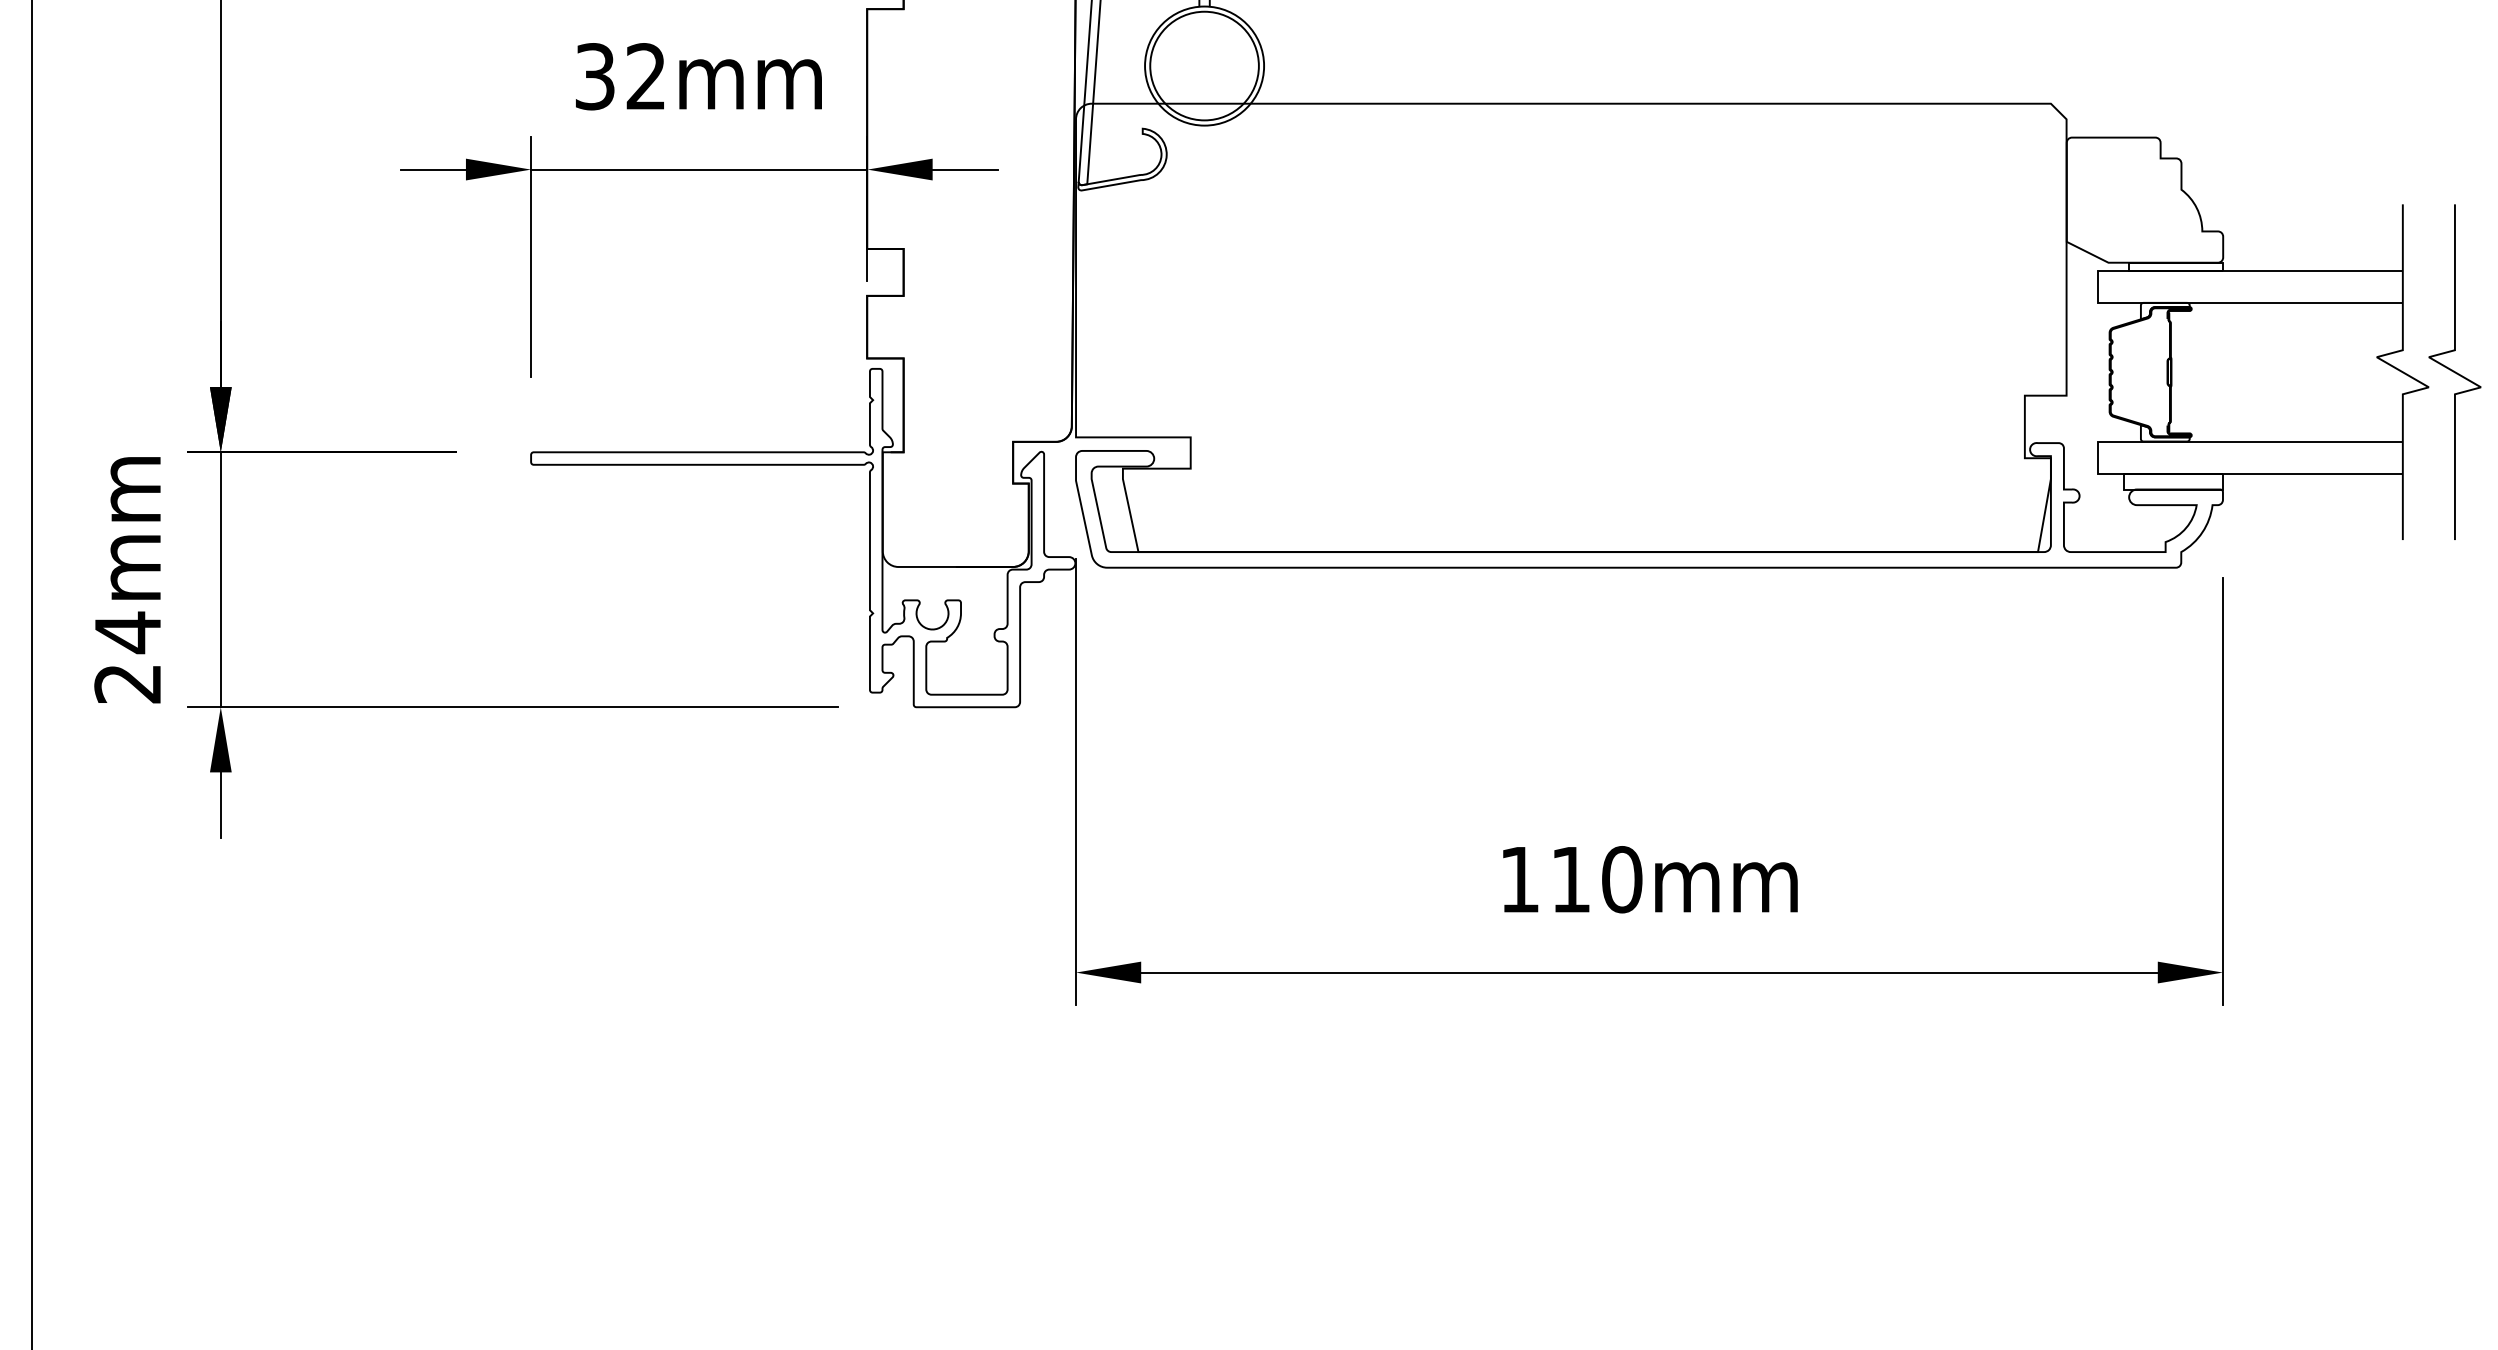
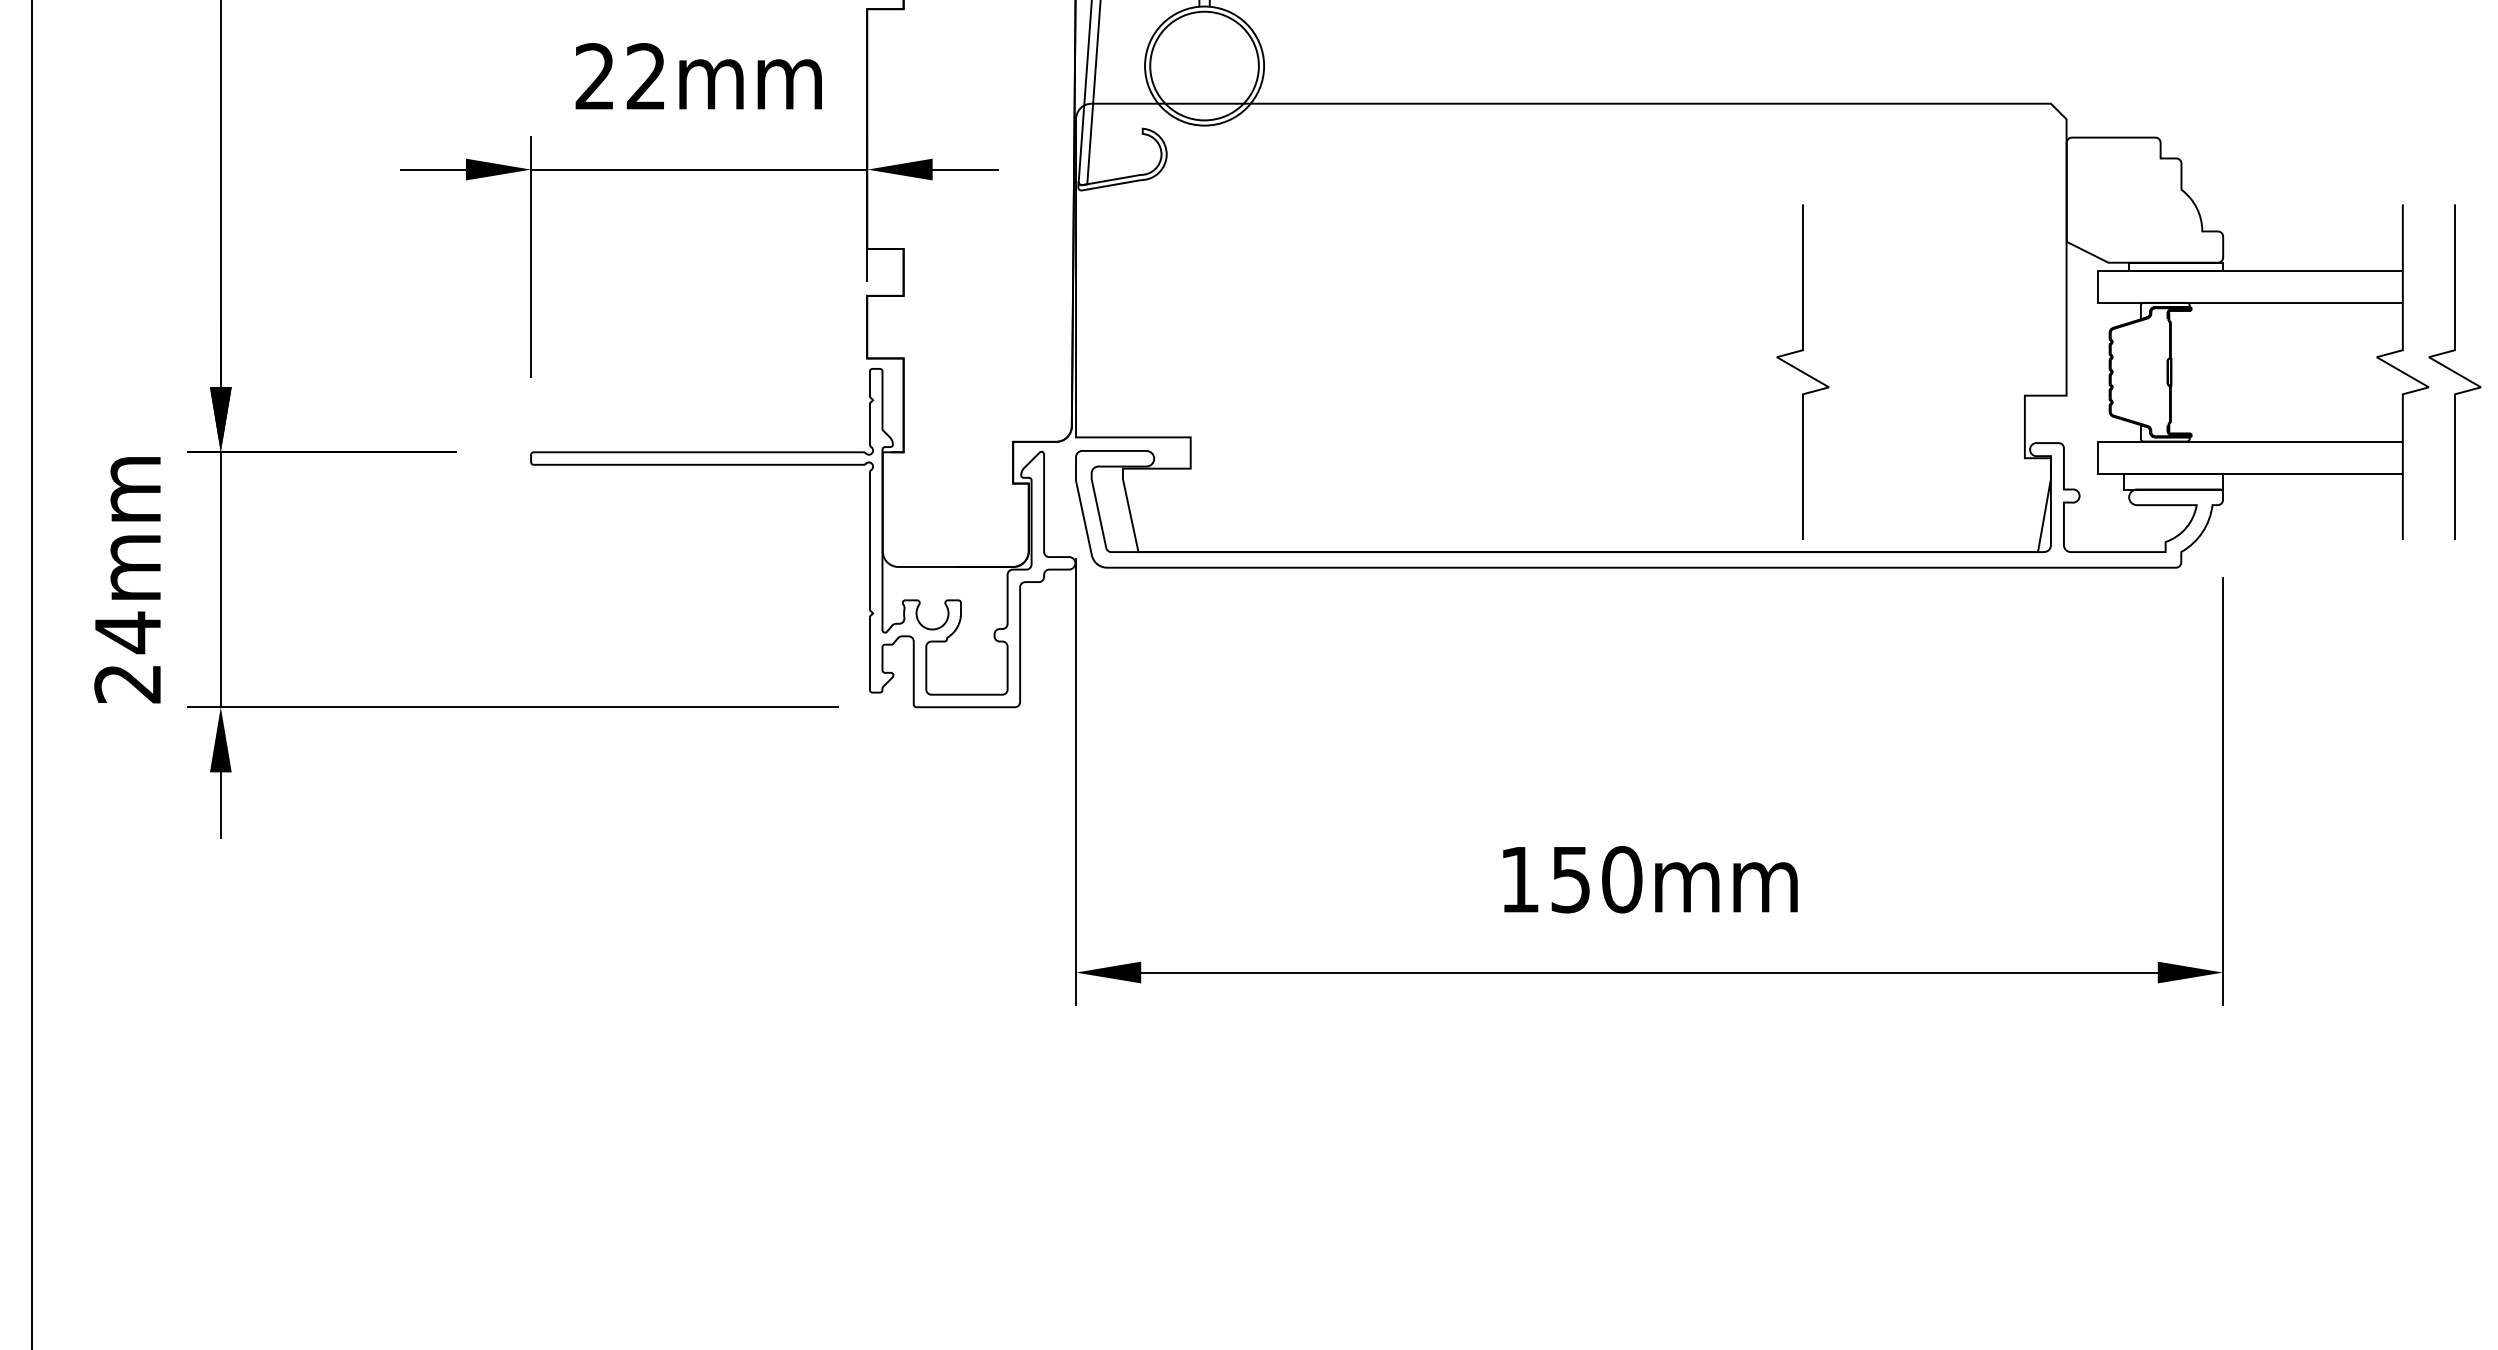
text at (594, 76): 32mm -> 22mm
curve at (1802, 371): none -> present
text at (1570, 880): 110mm -> 150mm
